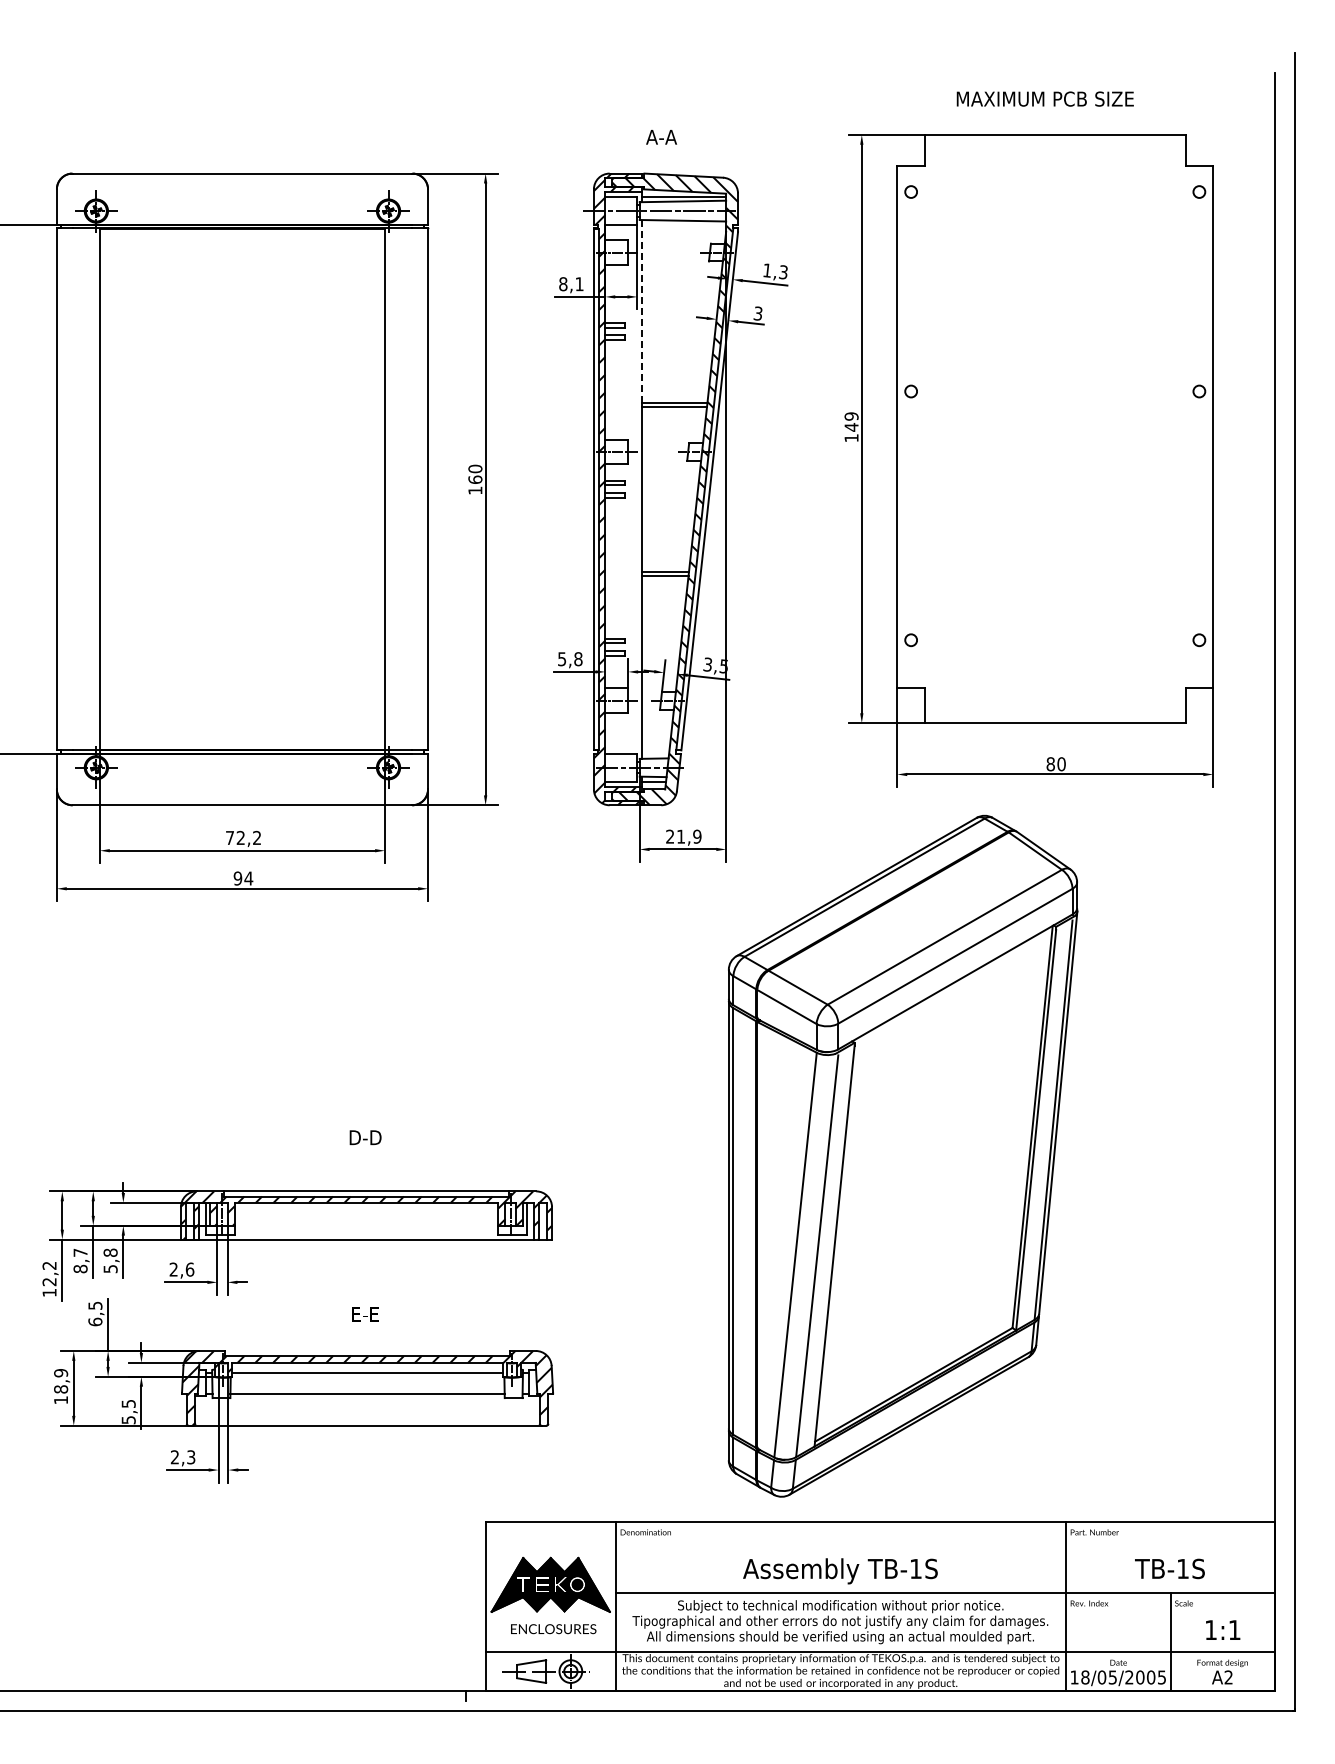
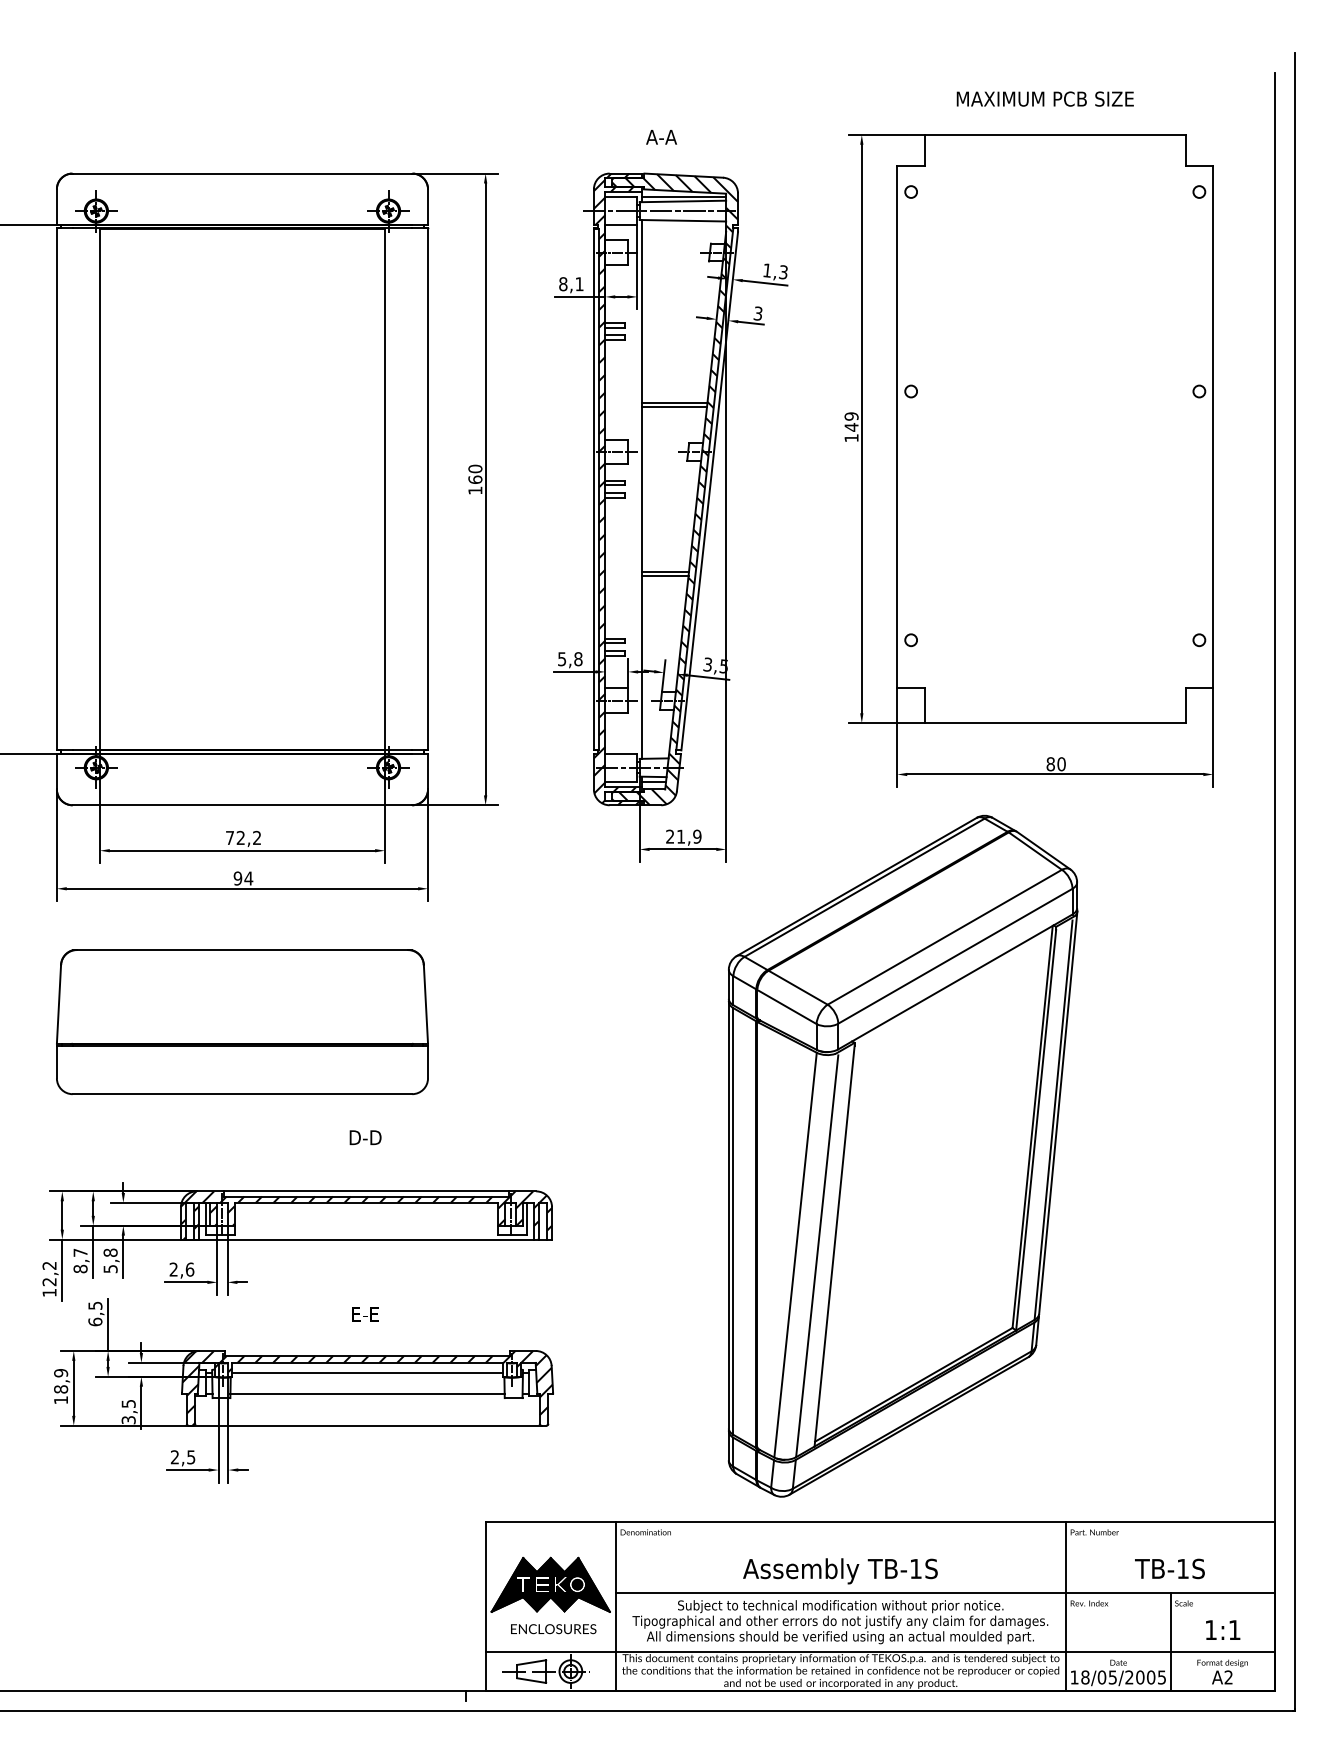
line at (642, 311): dashed -> solid
part at (242, 1021): none -> present
text at (127, 1419): 5,5 -> 3,5
text at (191, 1456): 2,3 -> 2,5
